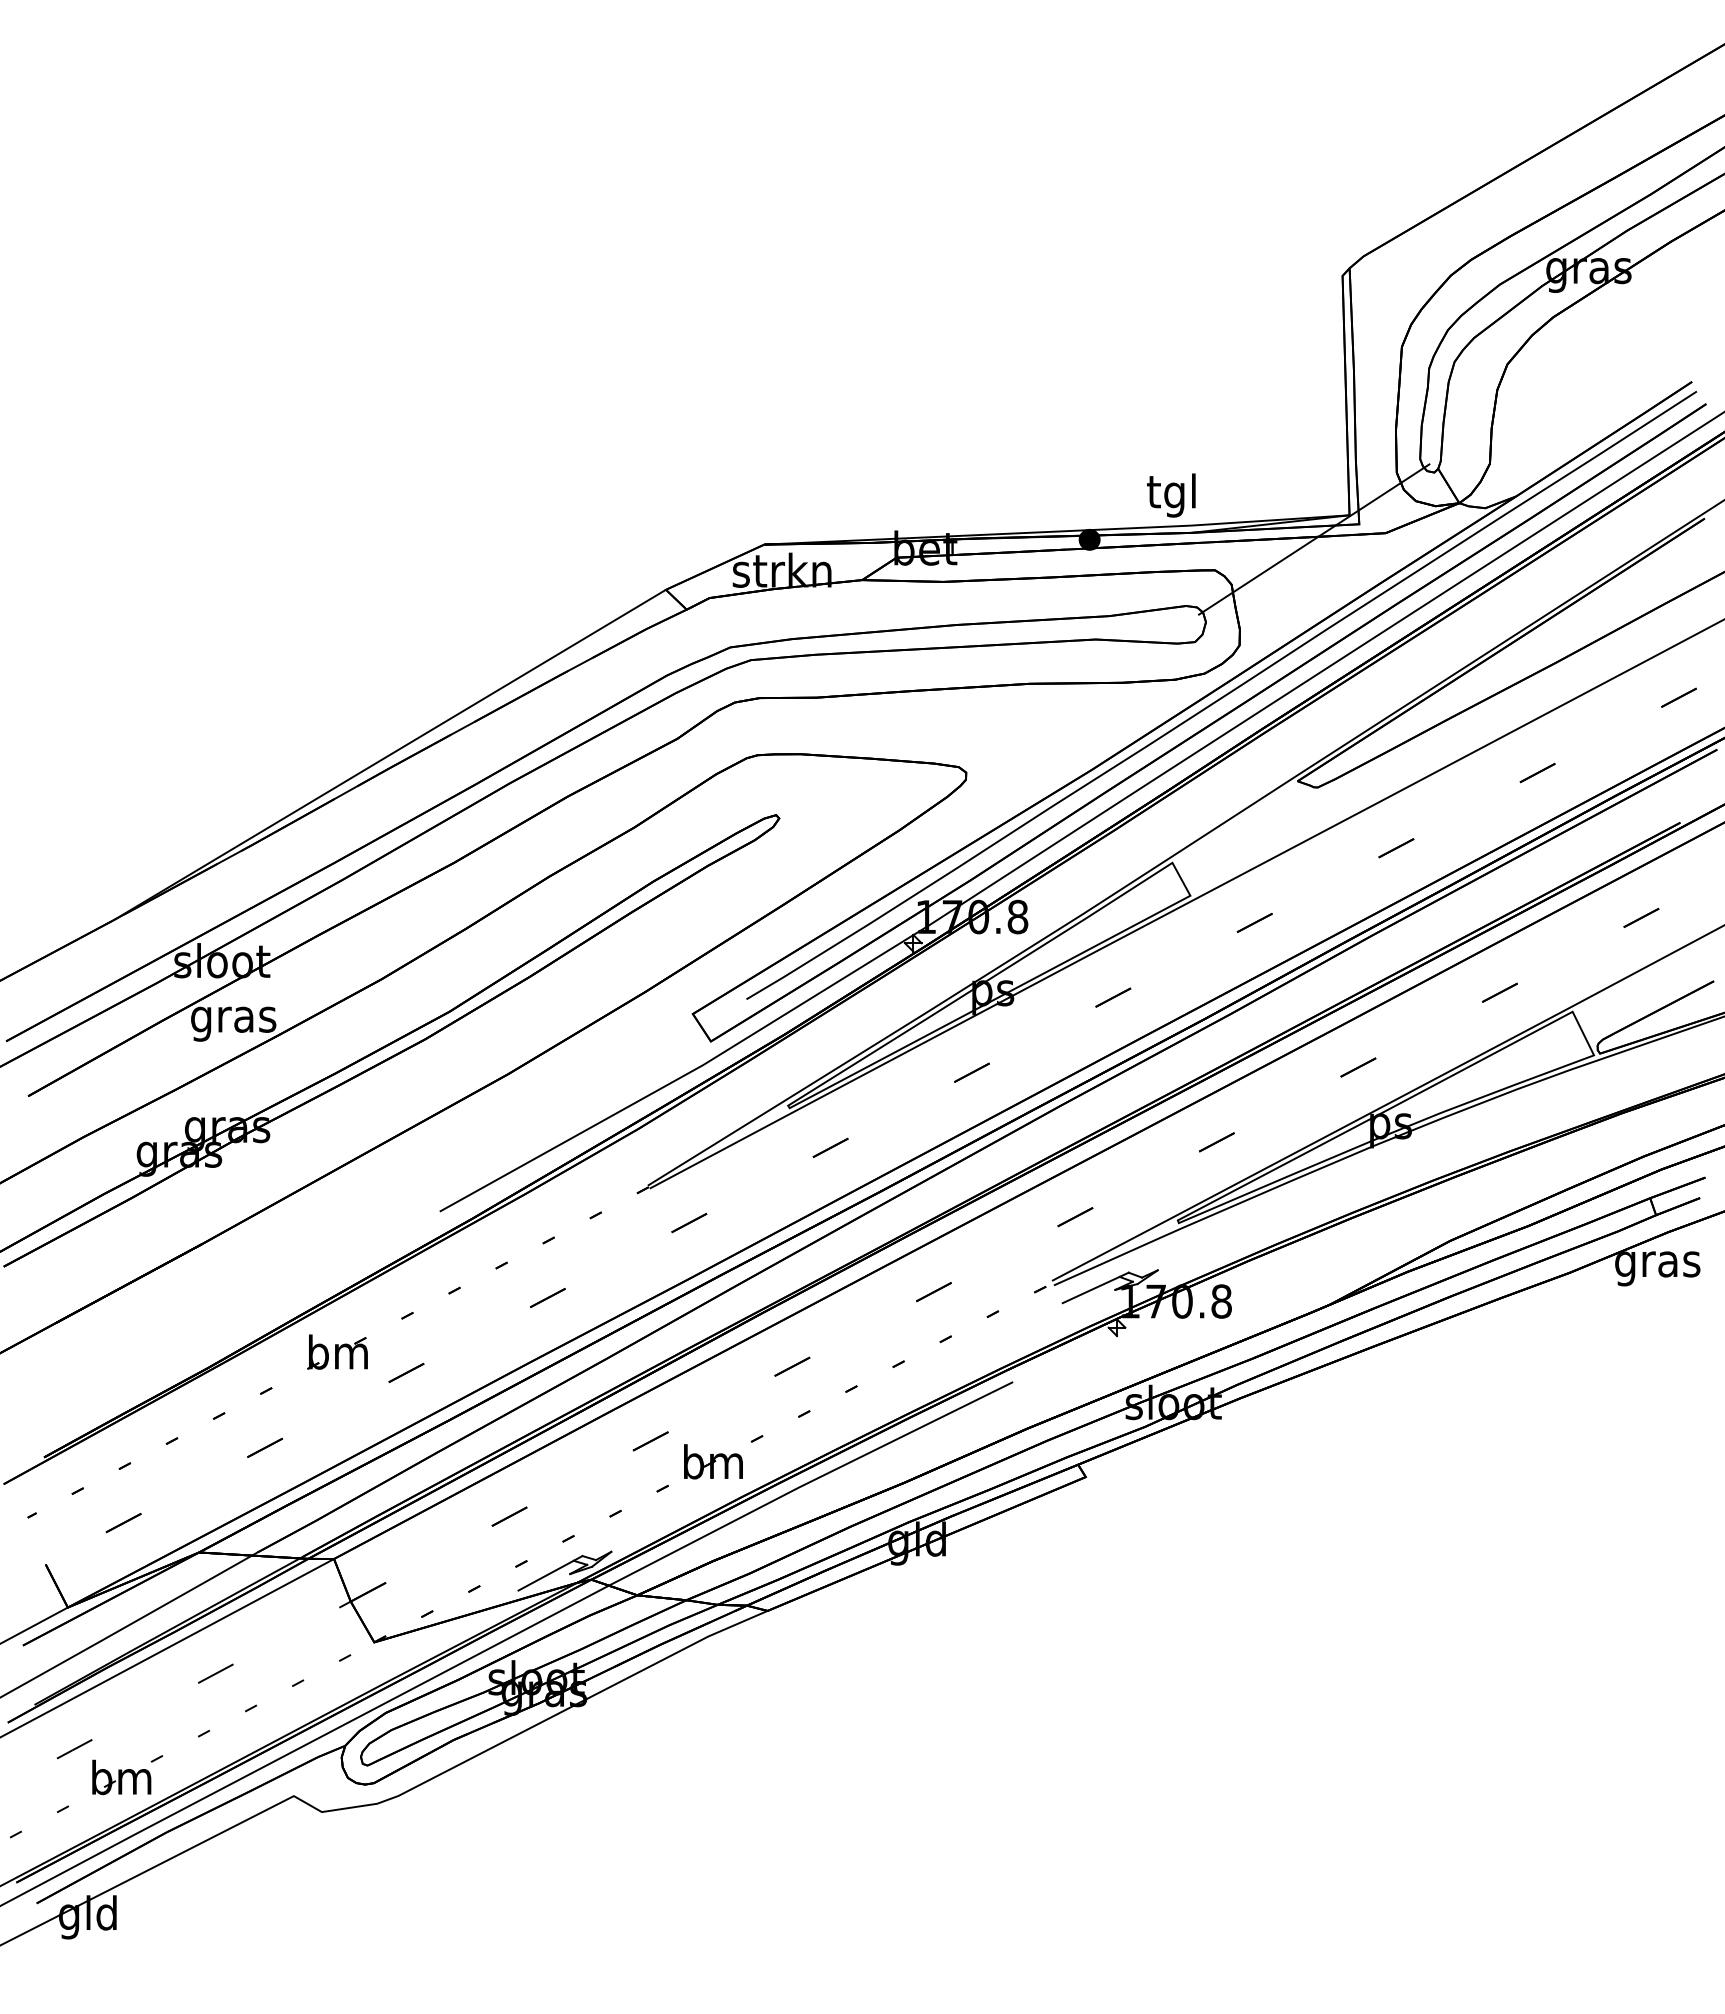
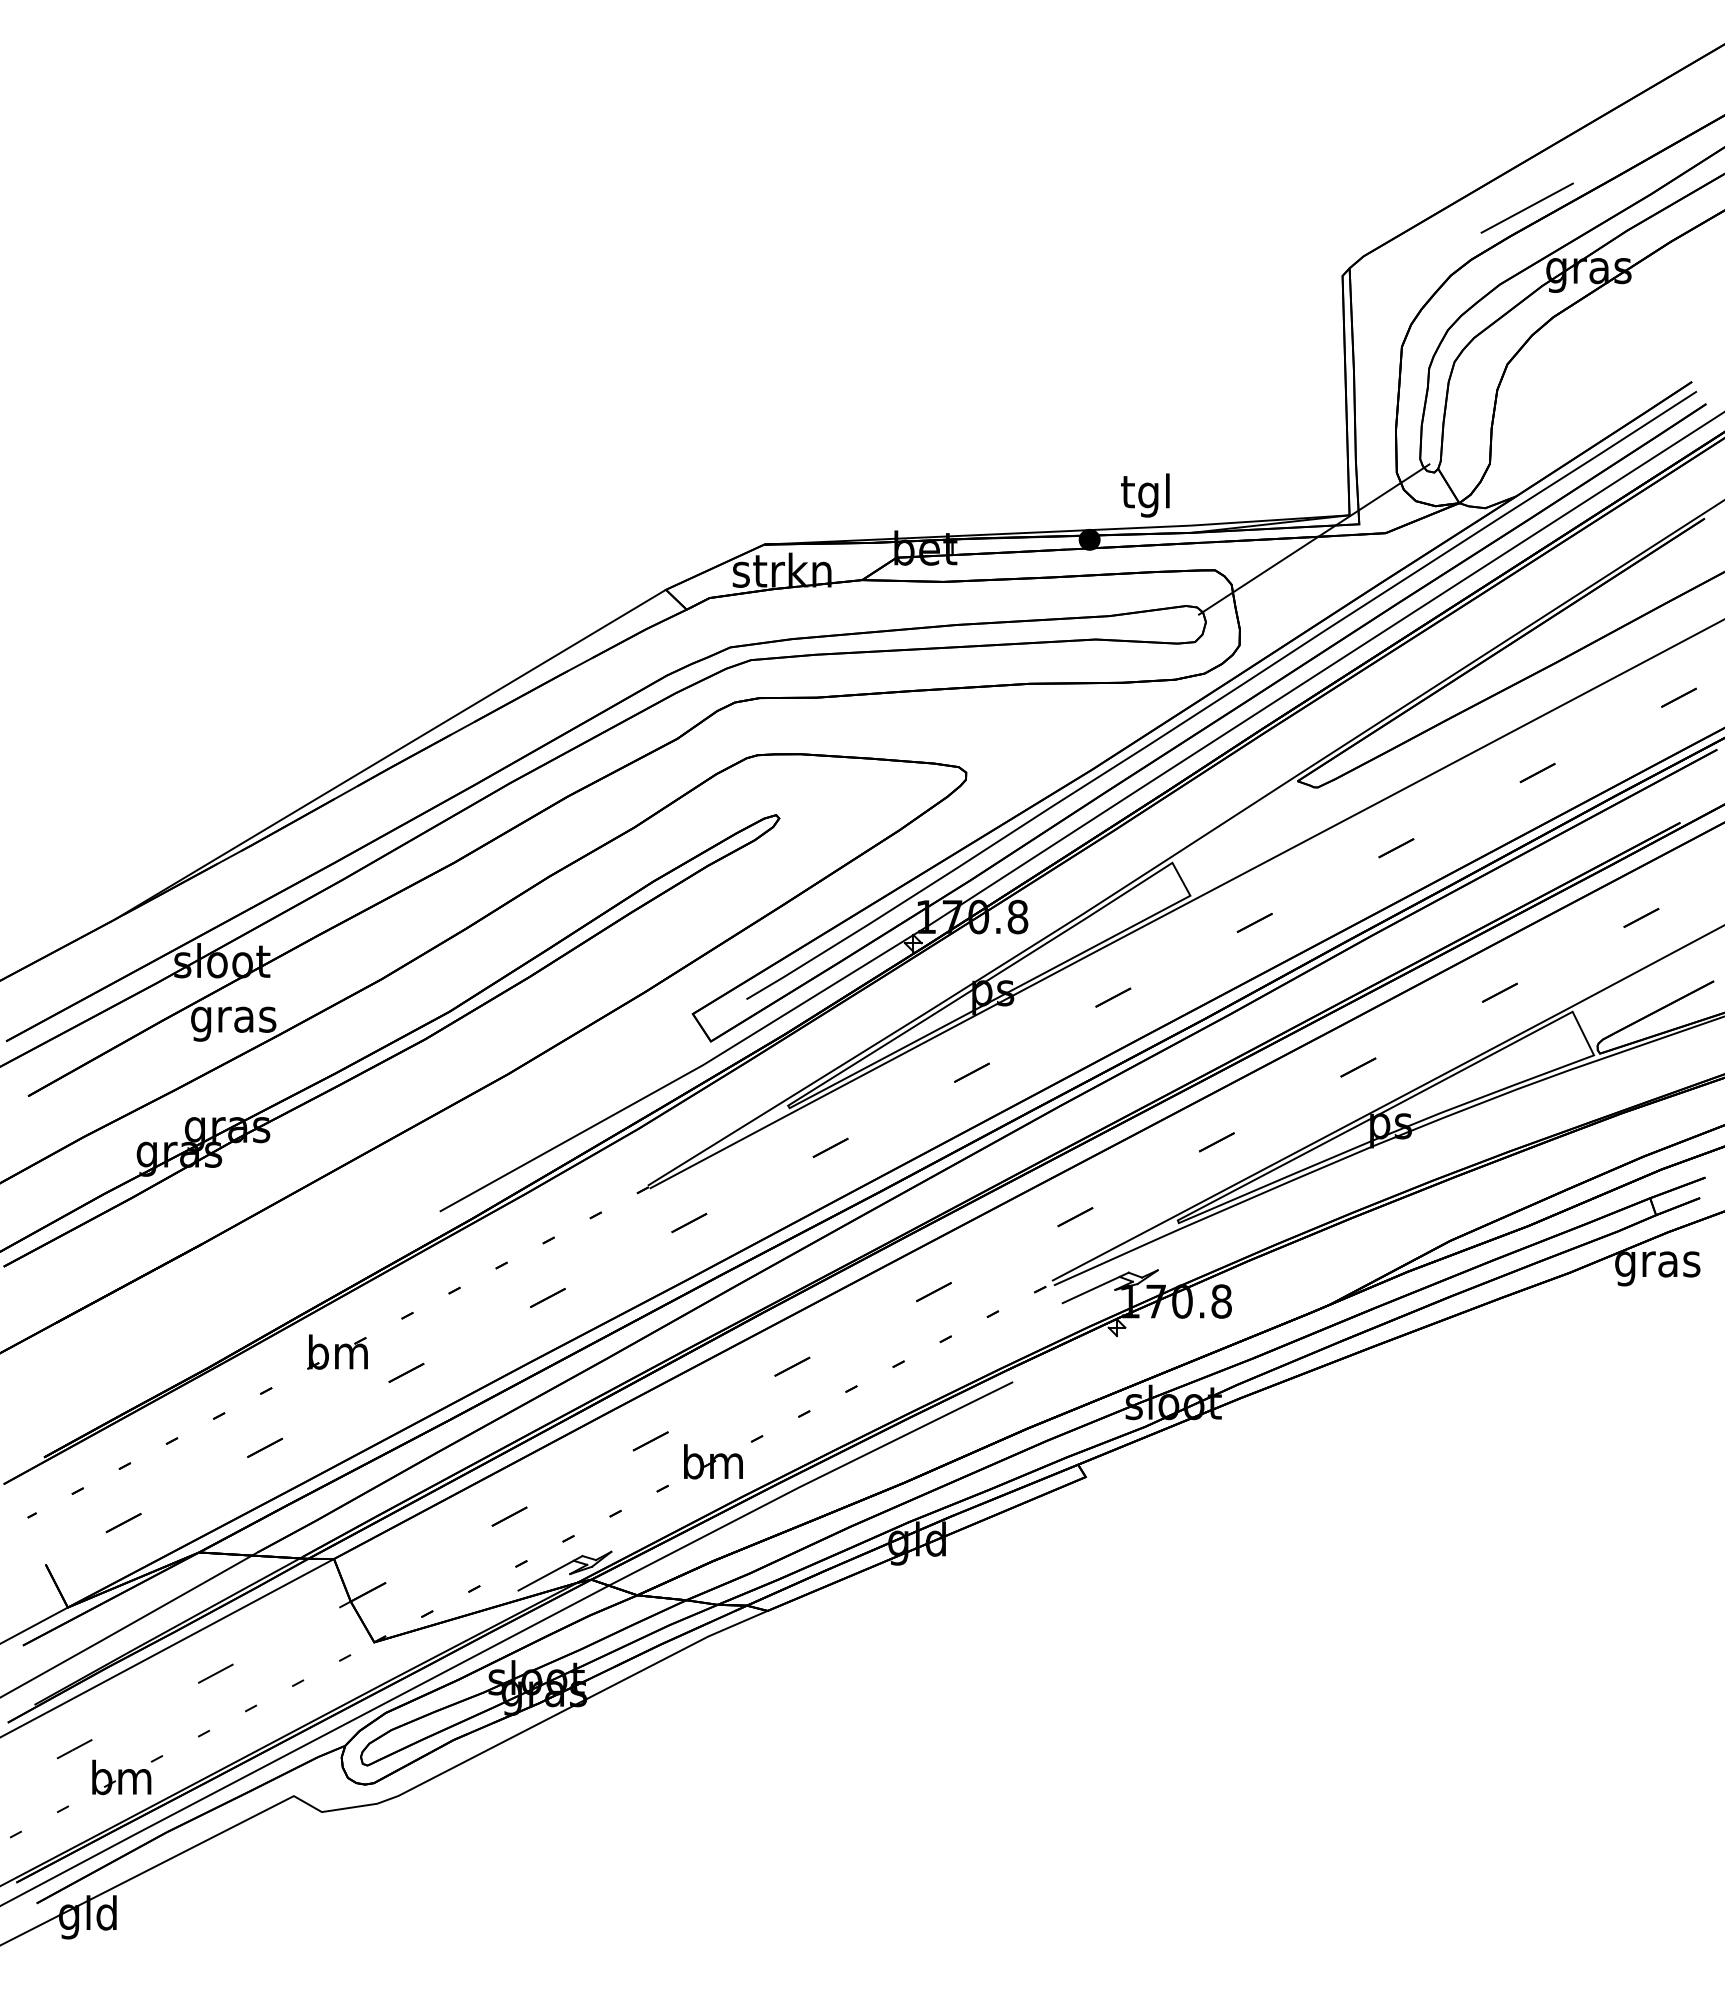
line at (1526, 207): none -> present
text at (1171, 495) position: (1171, 495) -> (1145, 495)
